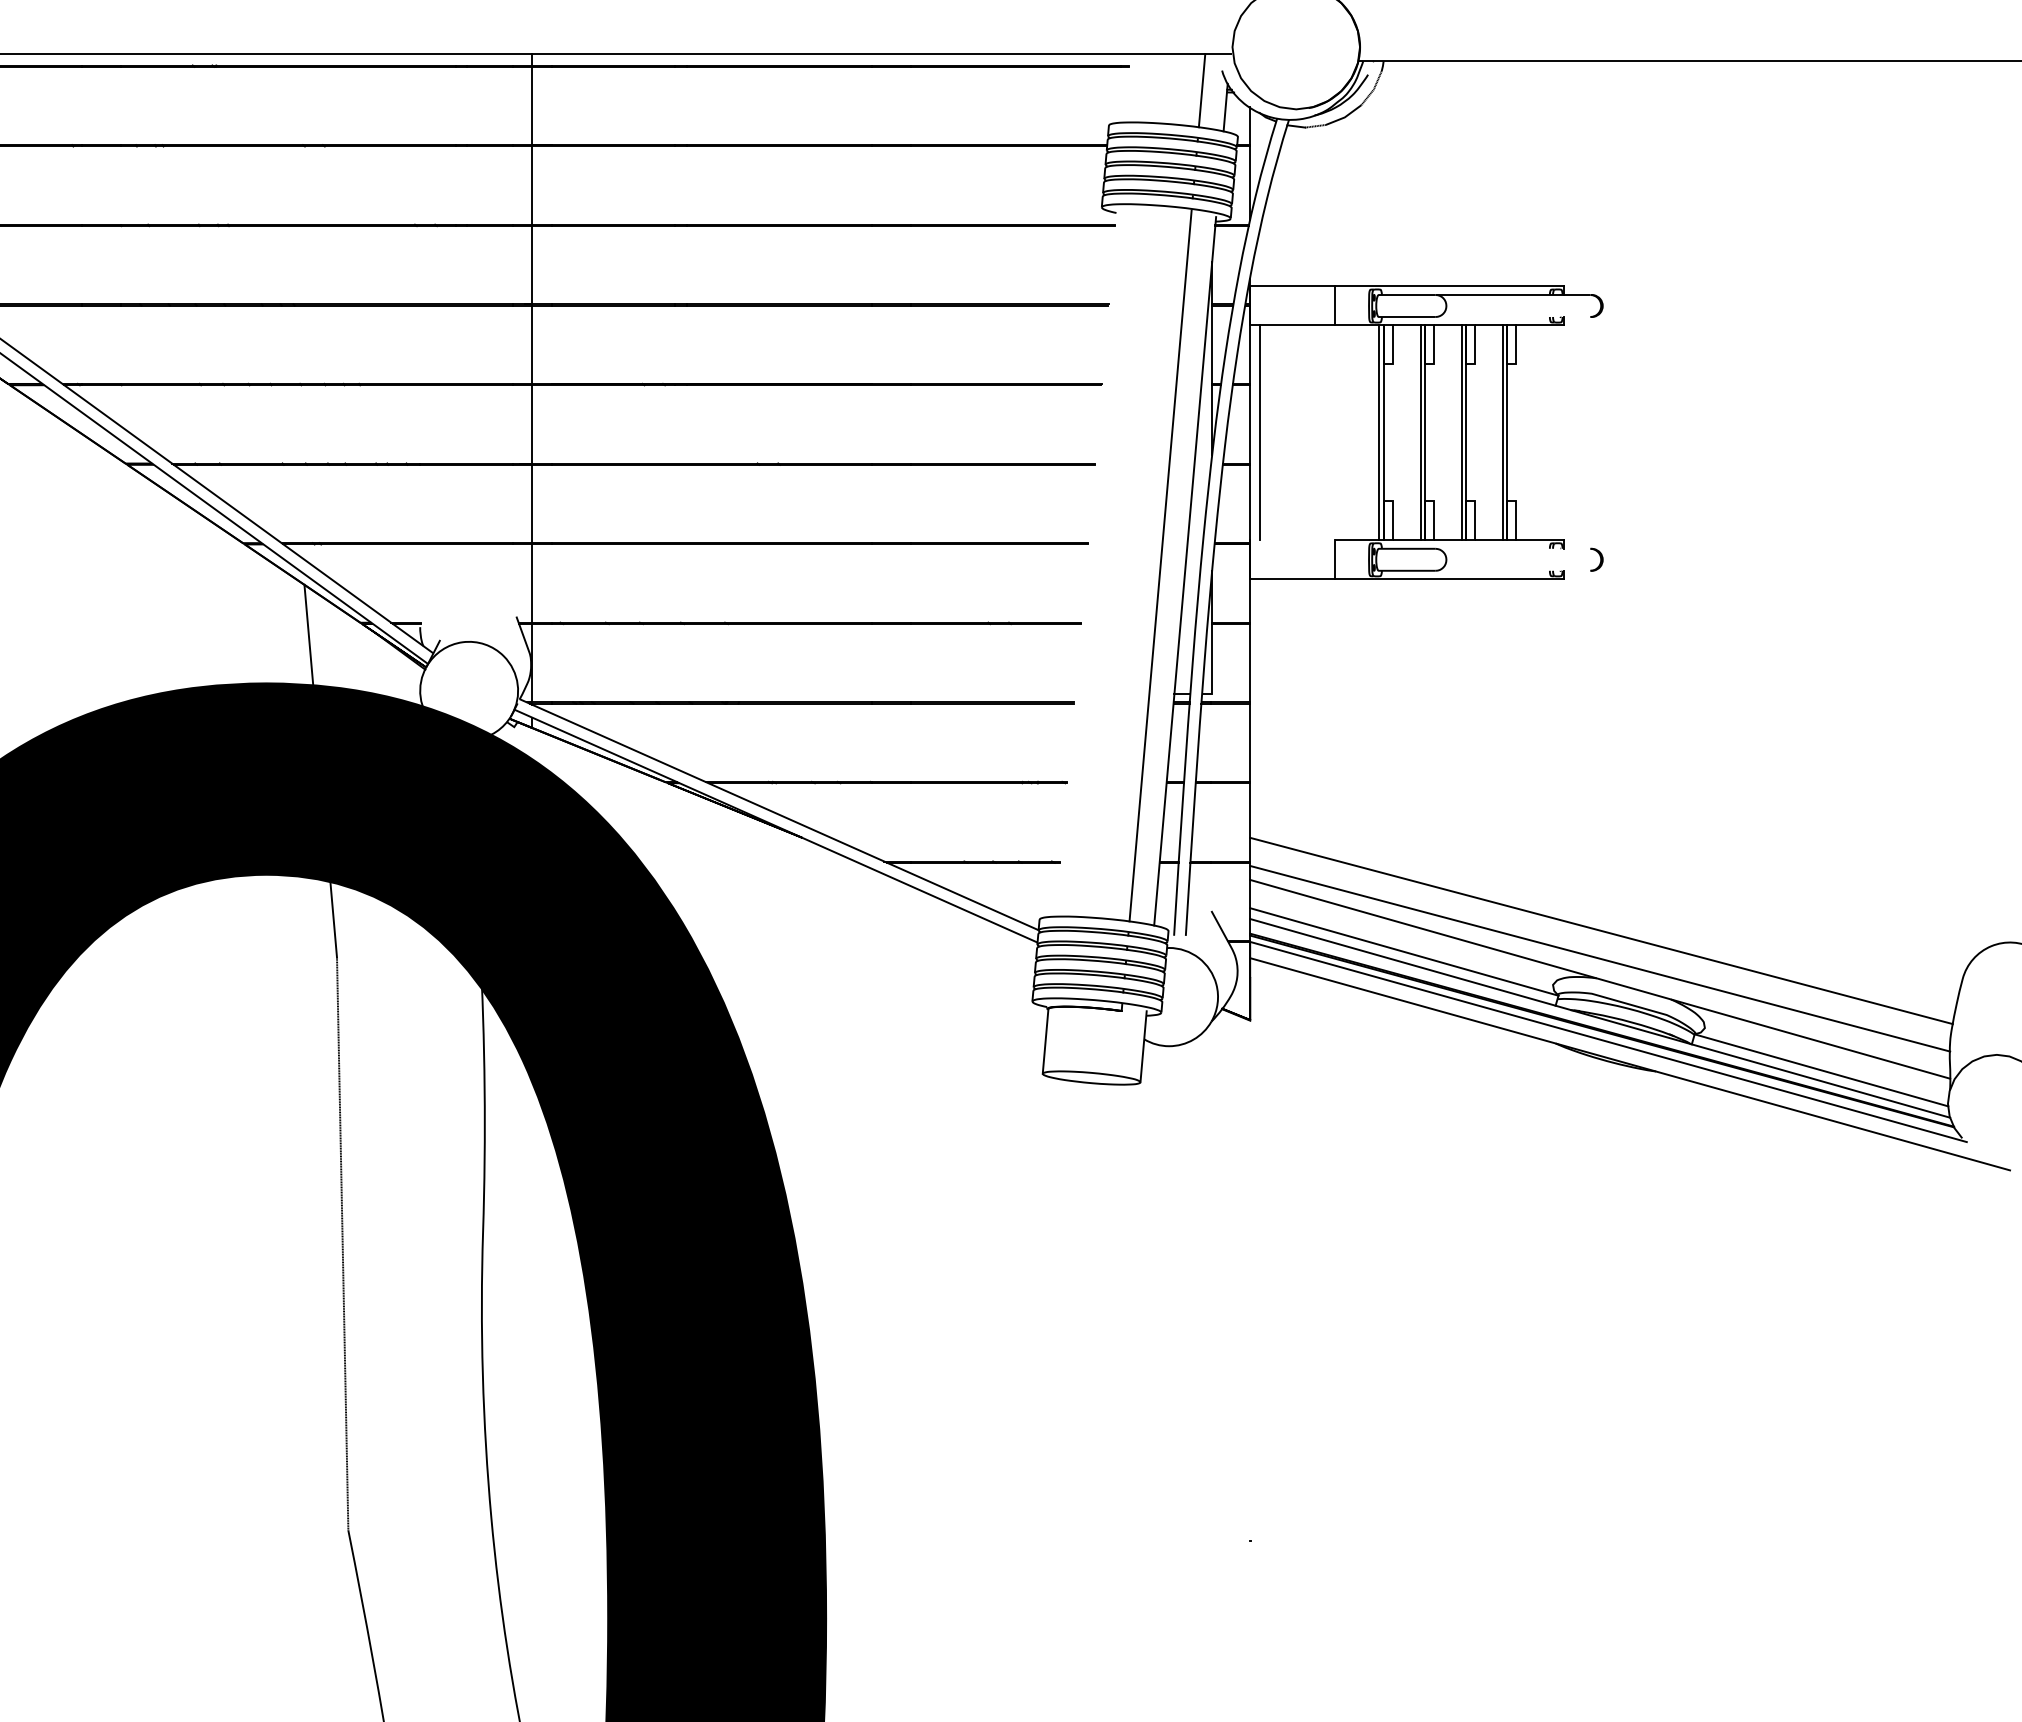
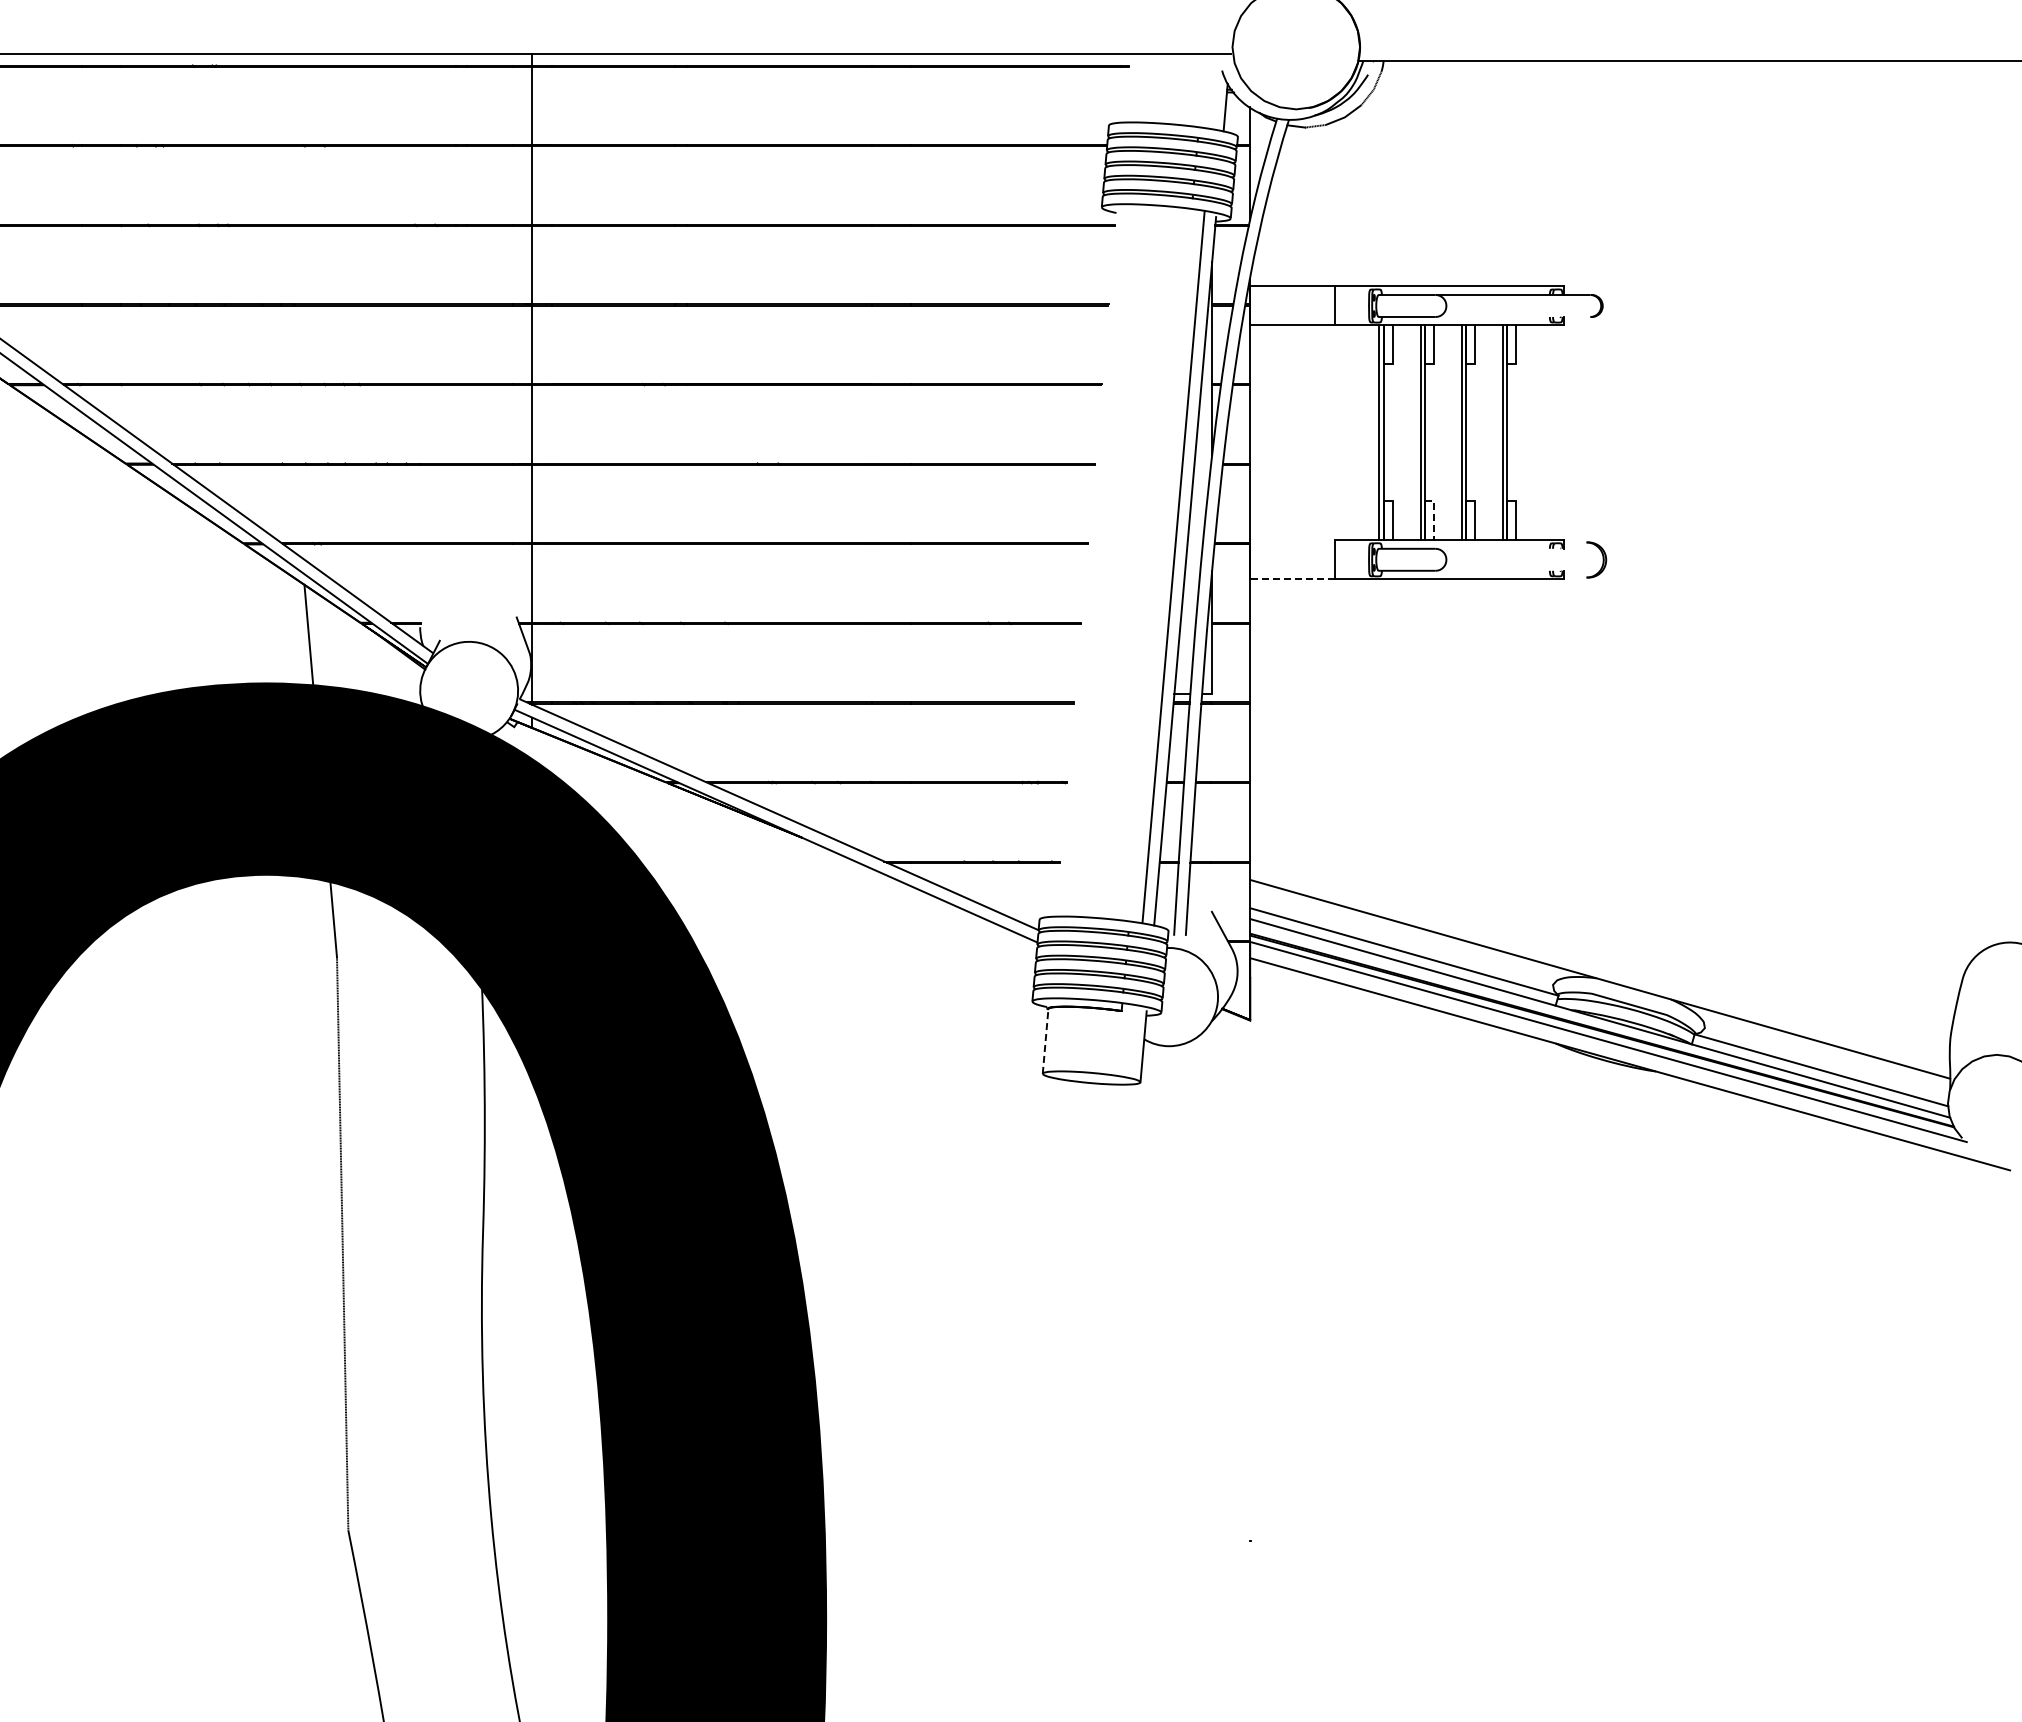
line at (1201, 90): present -> none
line at (1260, 432): present -> none
line at (1433, 515): solid -> dashed
part at (1596, 559) size: 14x25 px -> 22x38 px
line at (1160, 565) position: (1160, 565) -> (1173, 566)
line at (1292, 579): solid -> dashed
line at (1601, 930): present -> none
line at (1600, 958): present -> none
line at (1045, 1041): solid -> dashed
